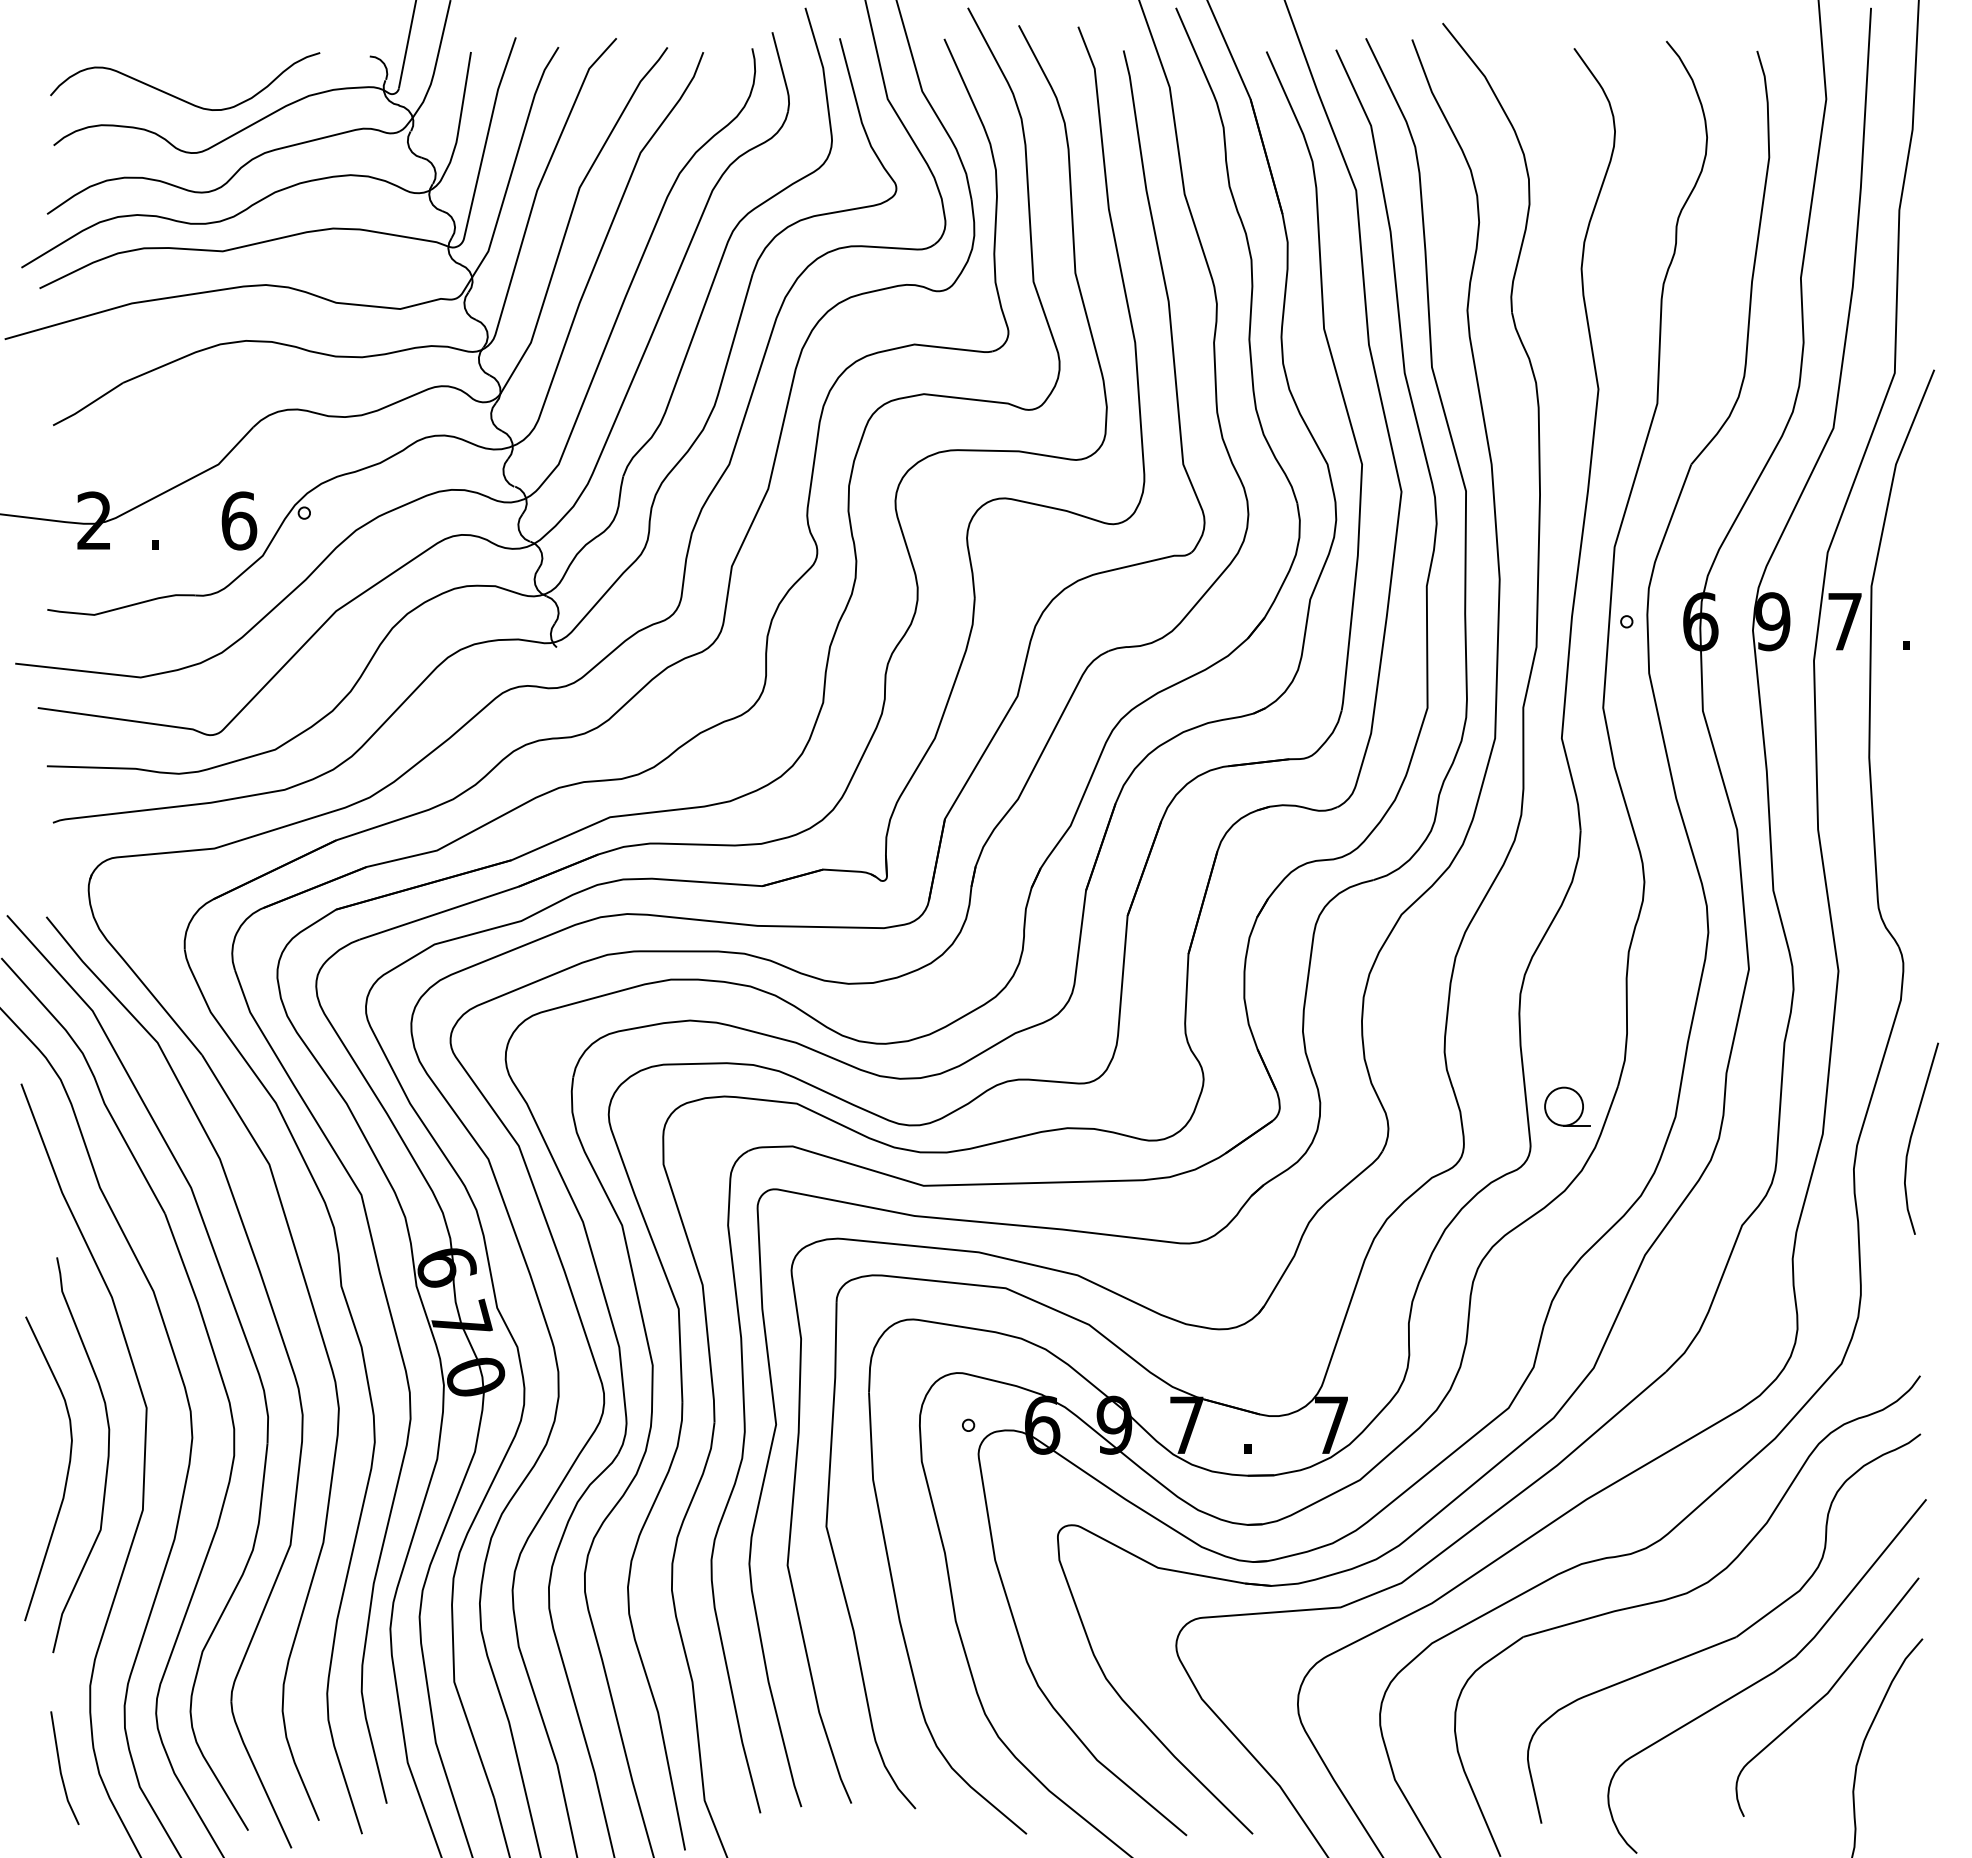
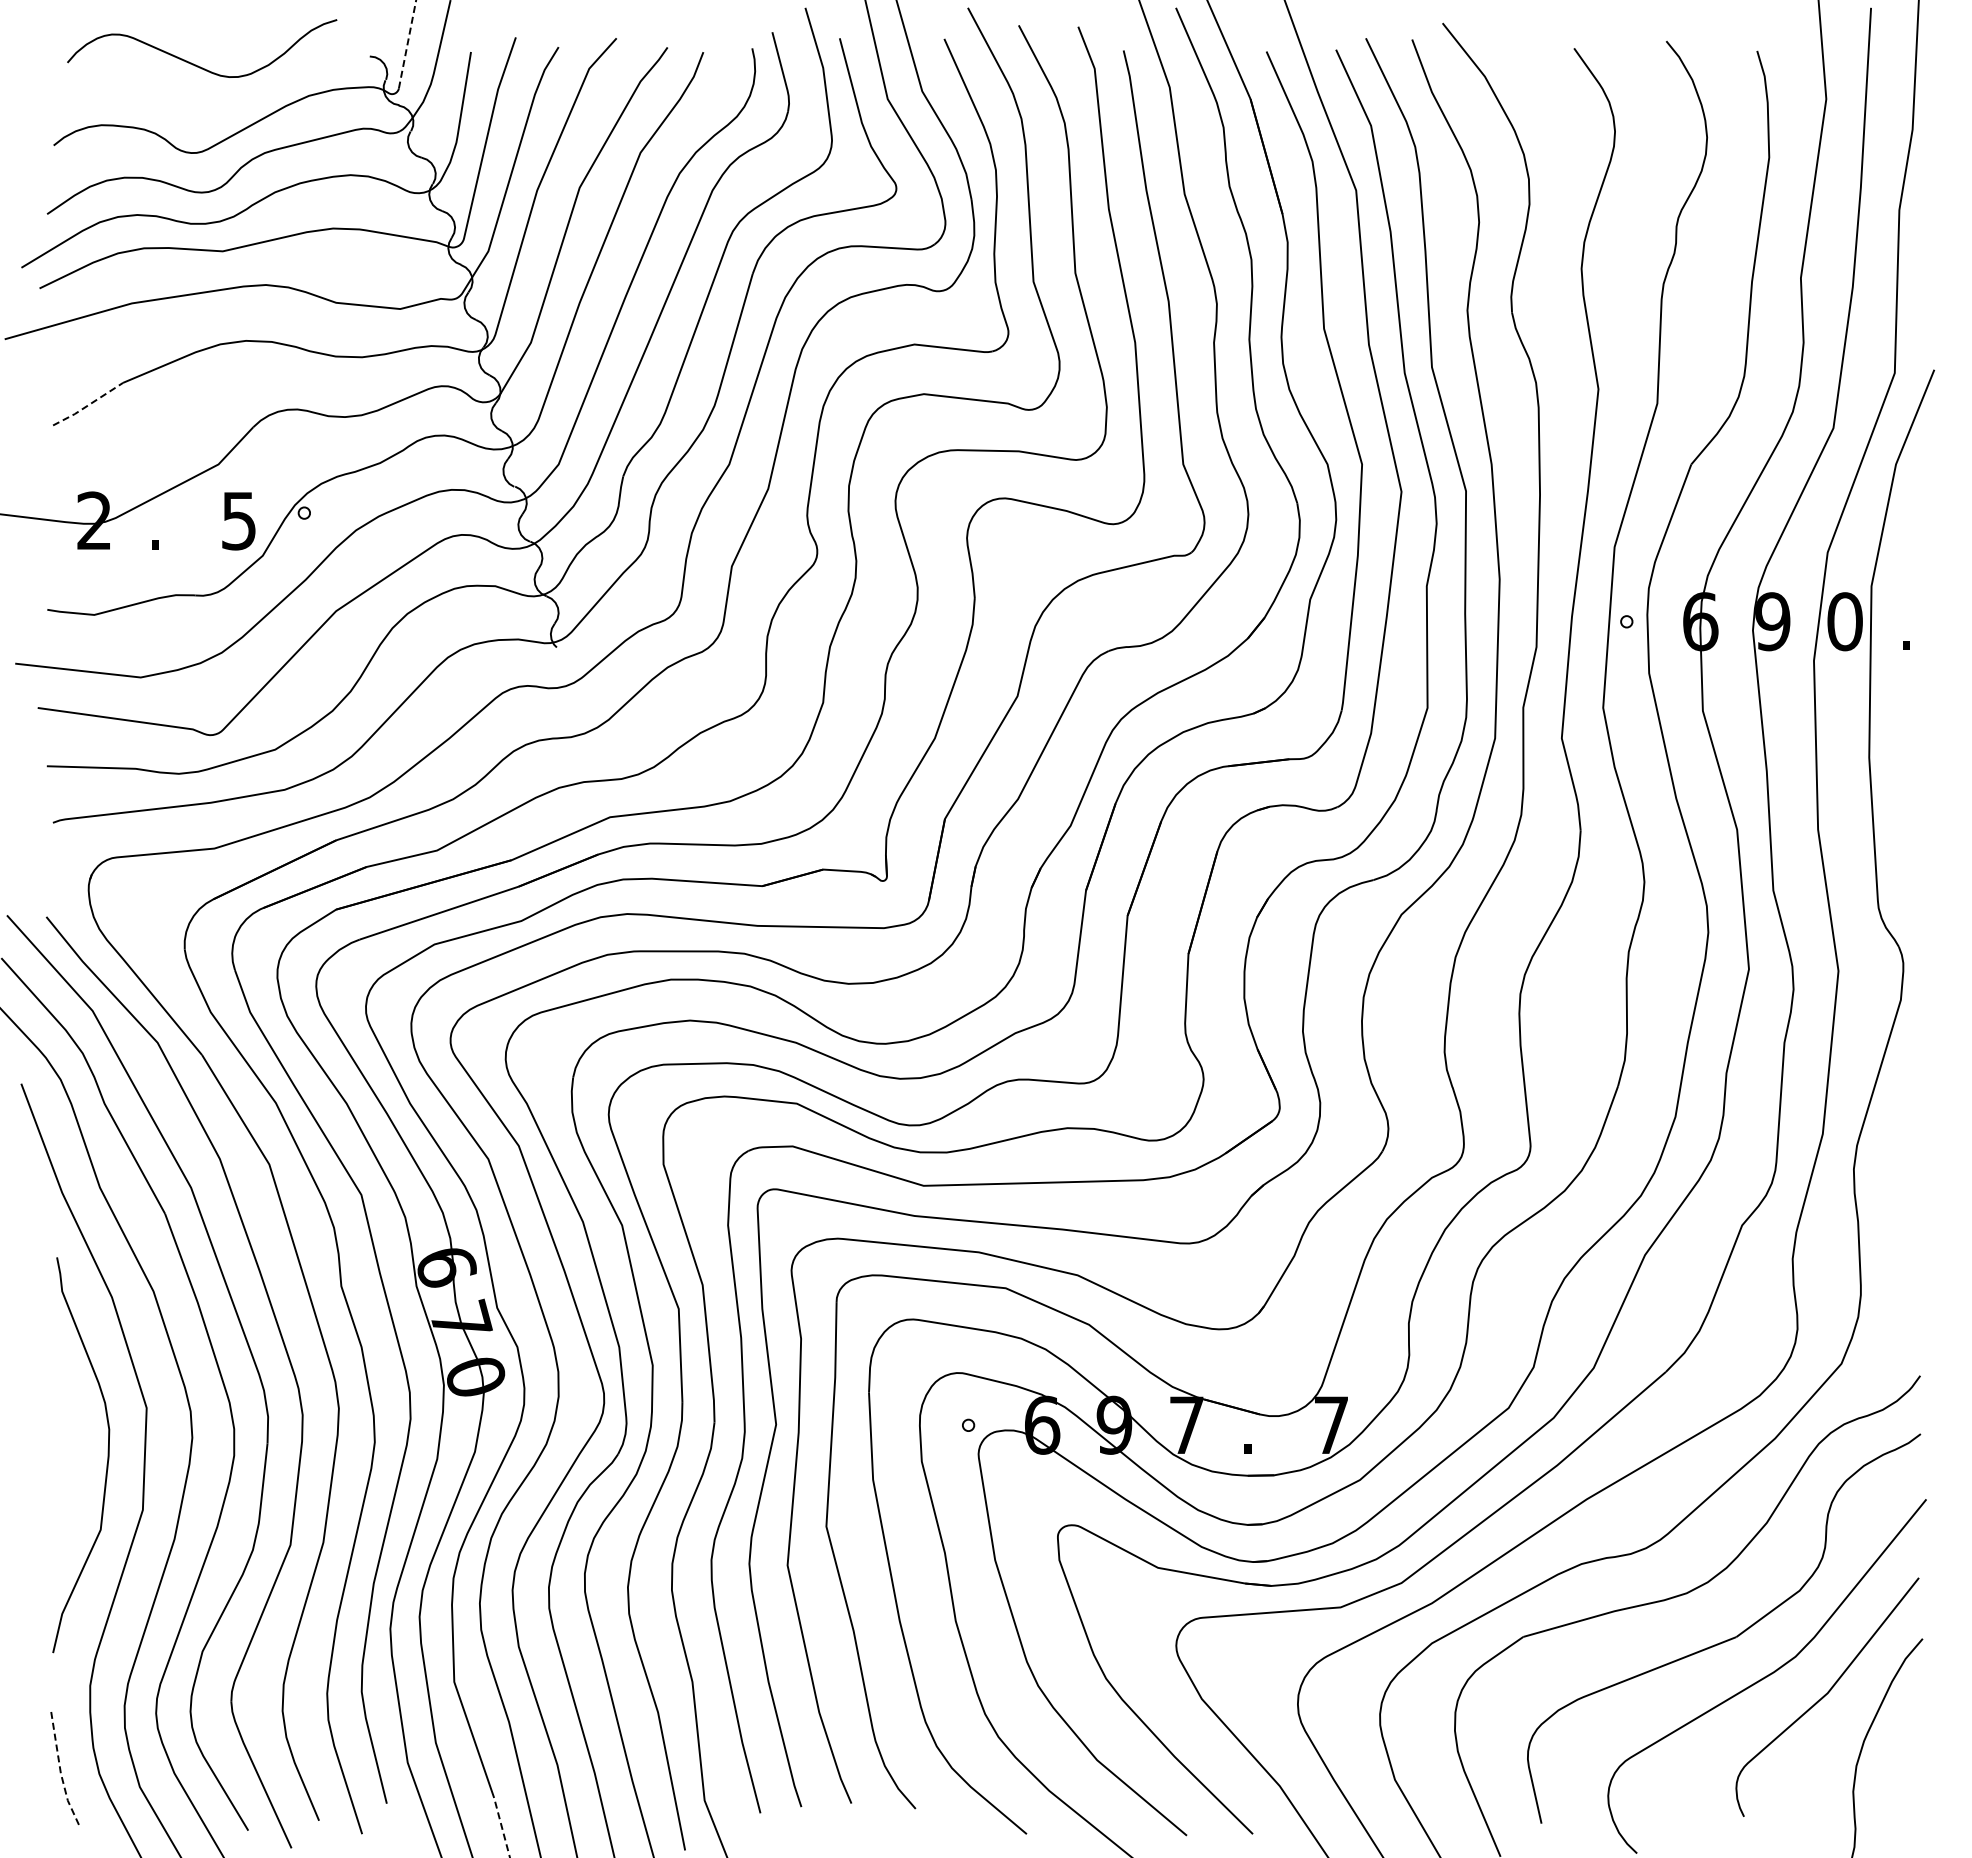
line at (407, 44): solid -> dashed
curve at (179, 97) position: (179, 97) -> (196, 64)
line at (88, 405): solid -> dashed
text at (239, 520): 6 -> 5
text at (1844, 621): 7 -> 0
part at (1567, 1106): present -> none
curve at (1912, 1136): present -> none
curve at (66, 1474): present -> none
line at (60, 1770): solid -> dashed
line at (502, 1827): solid -> dashed
